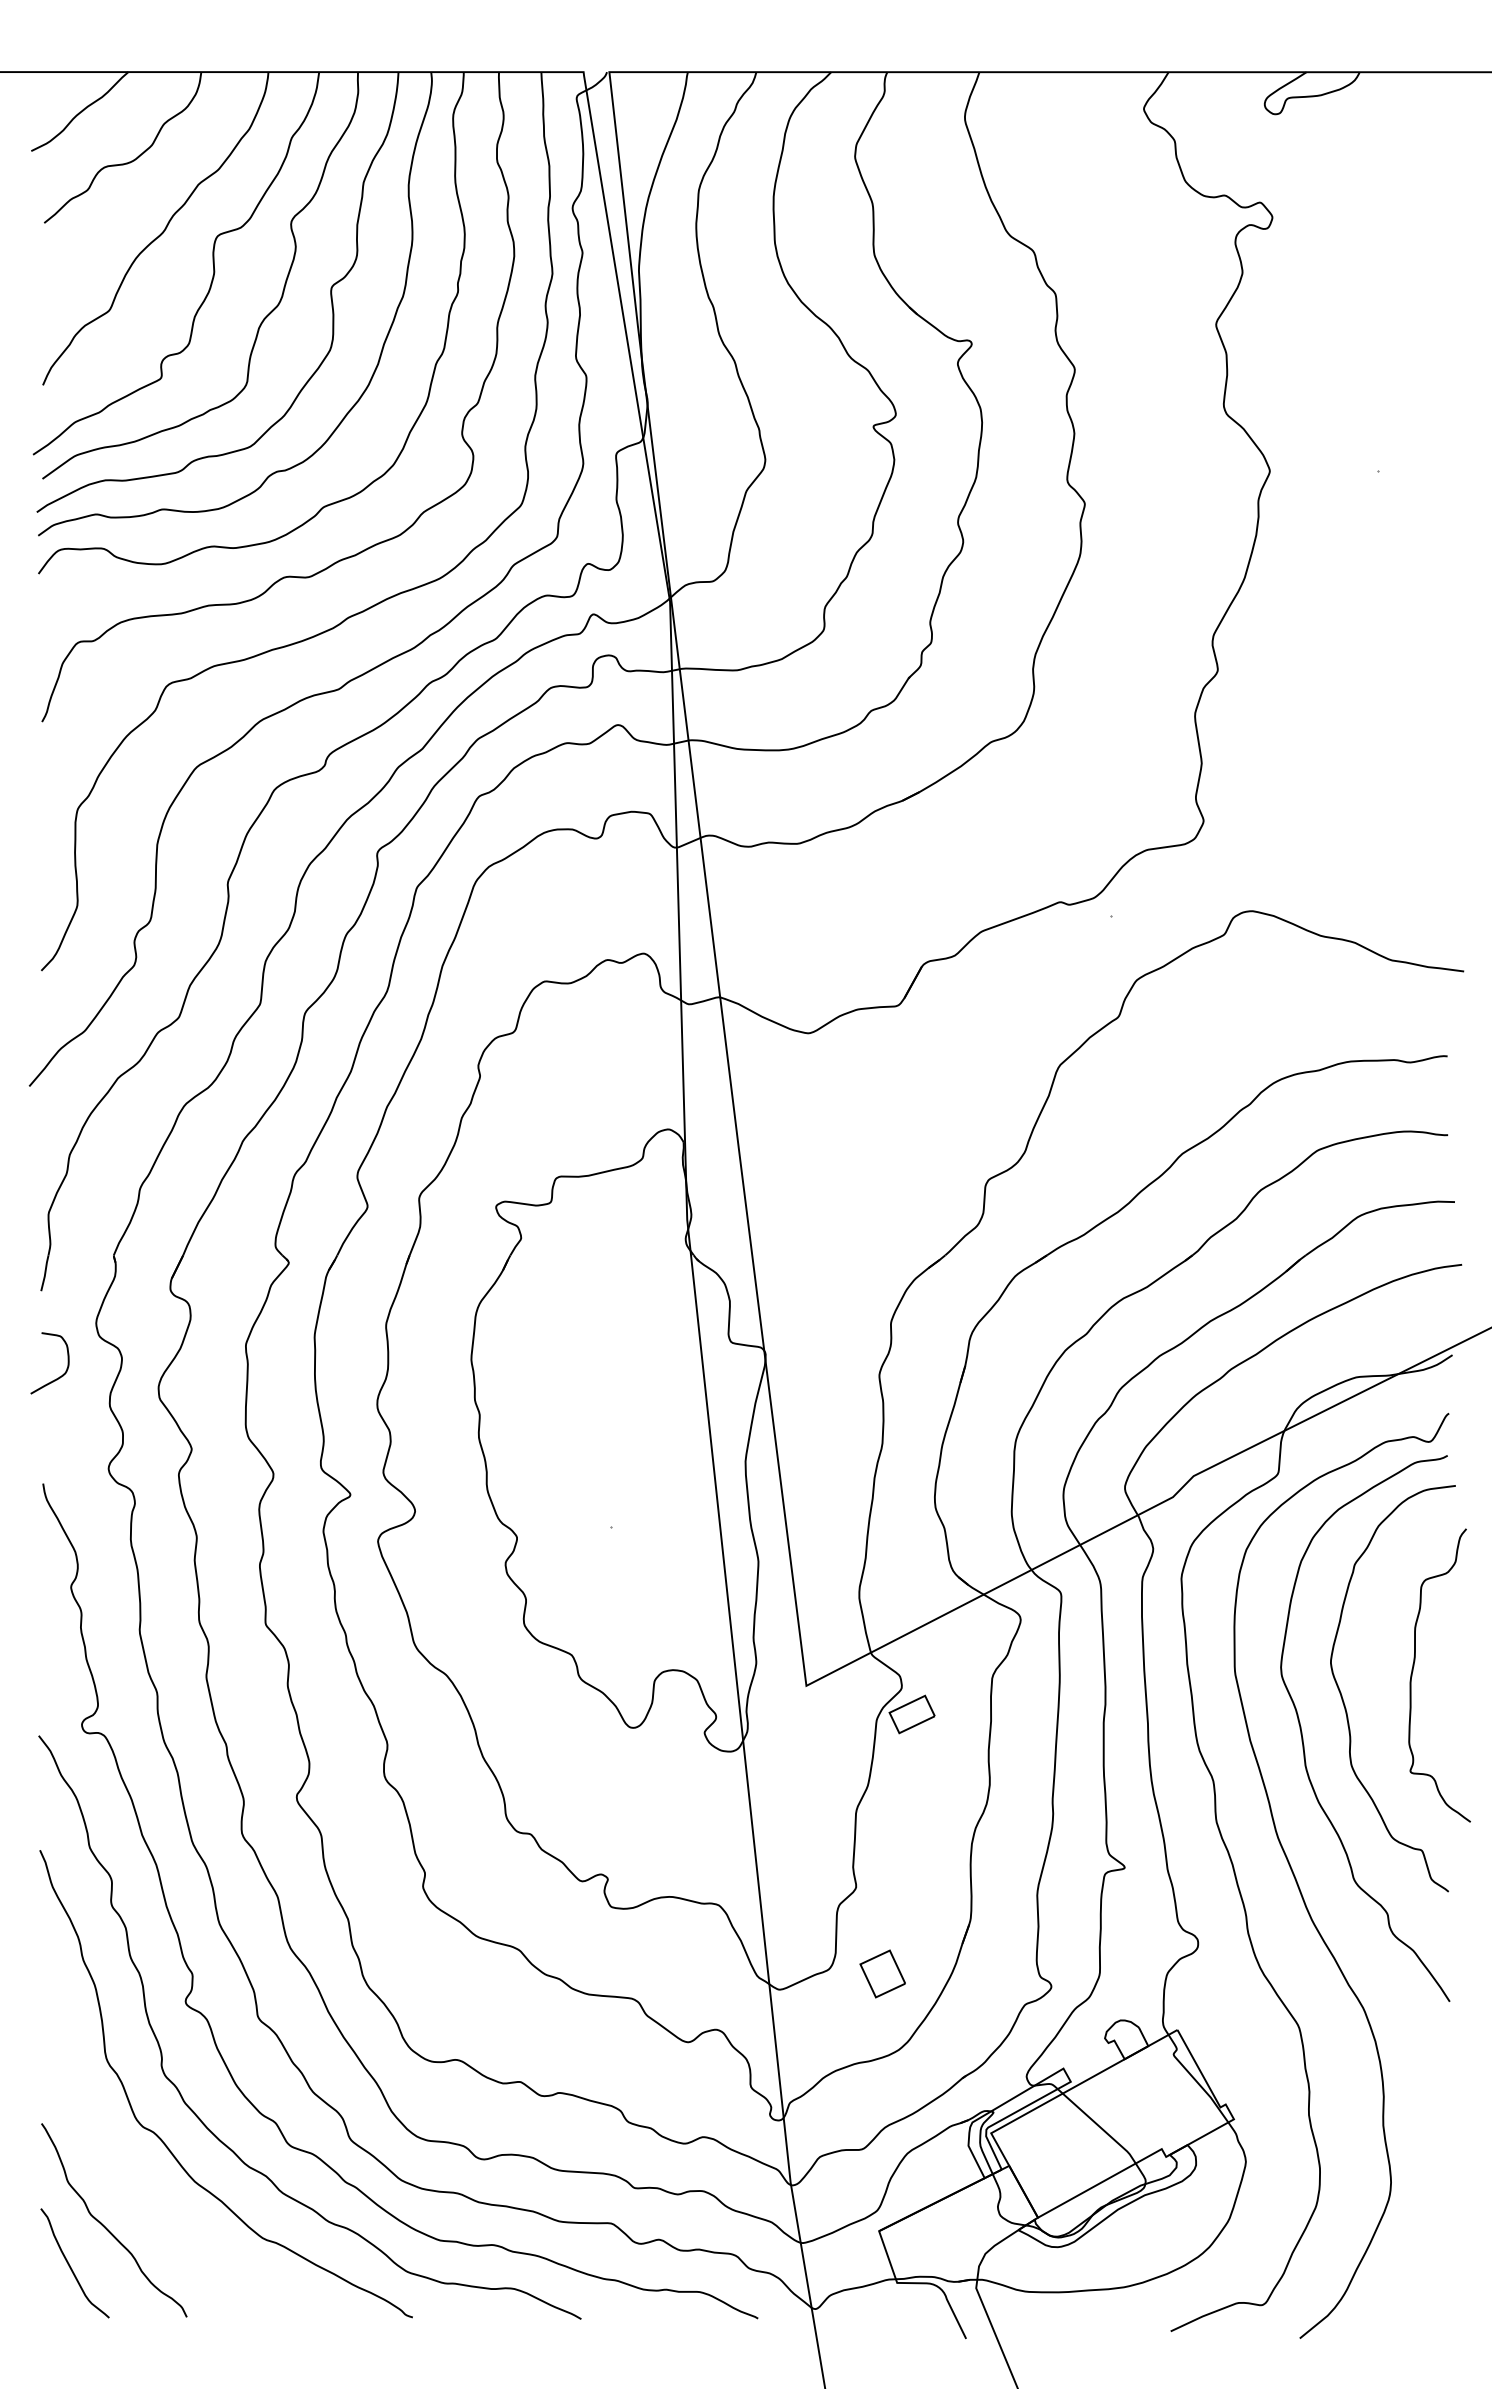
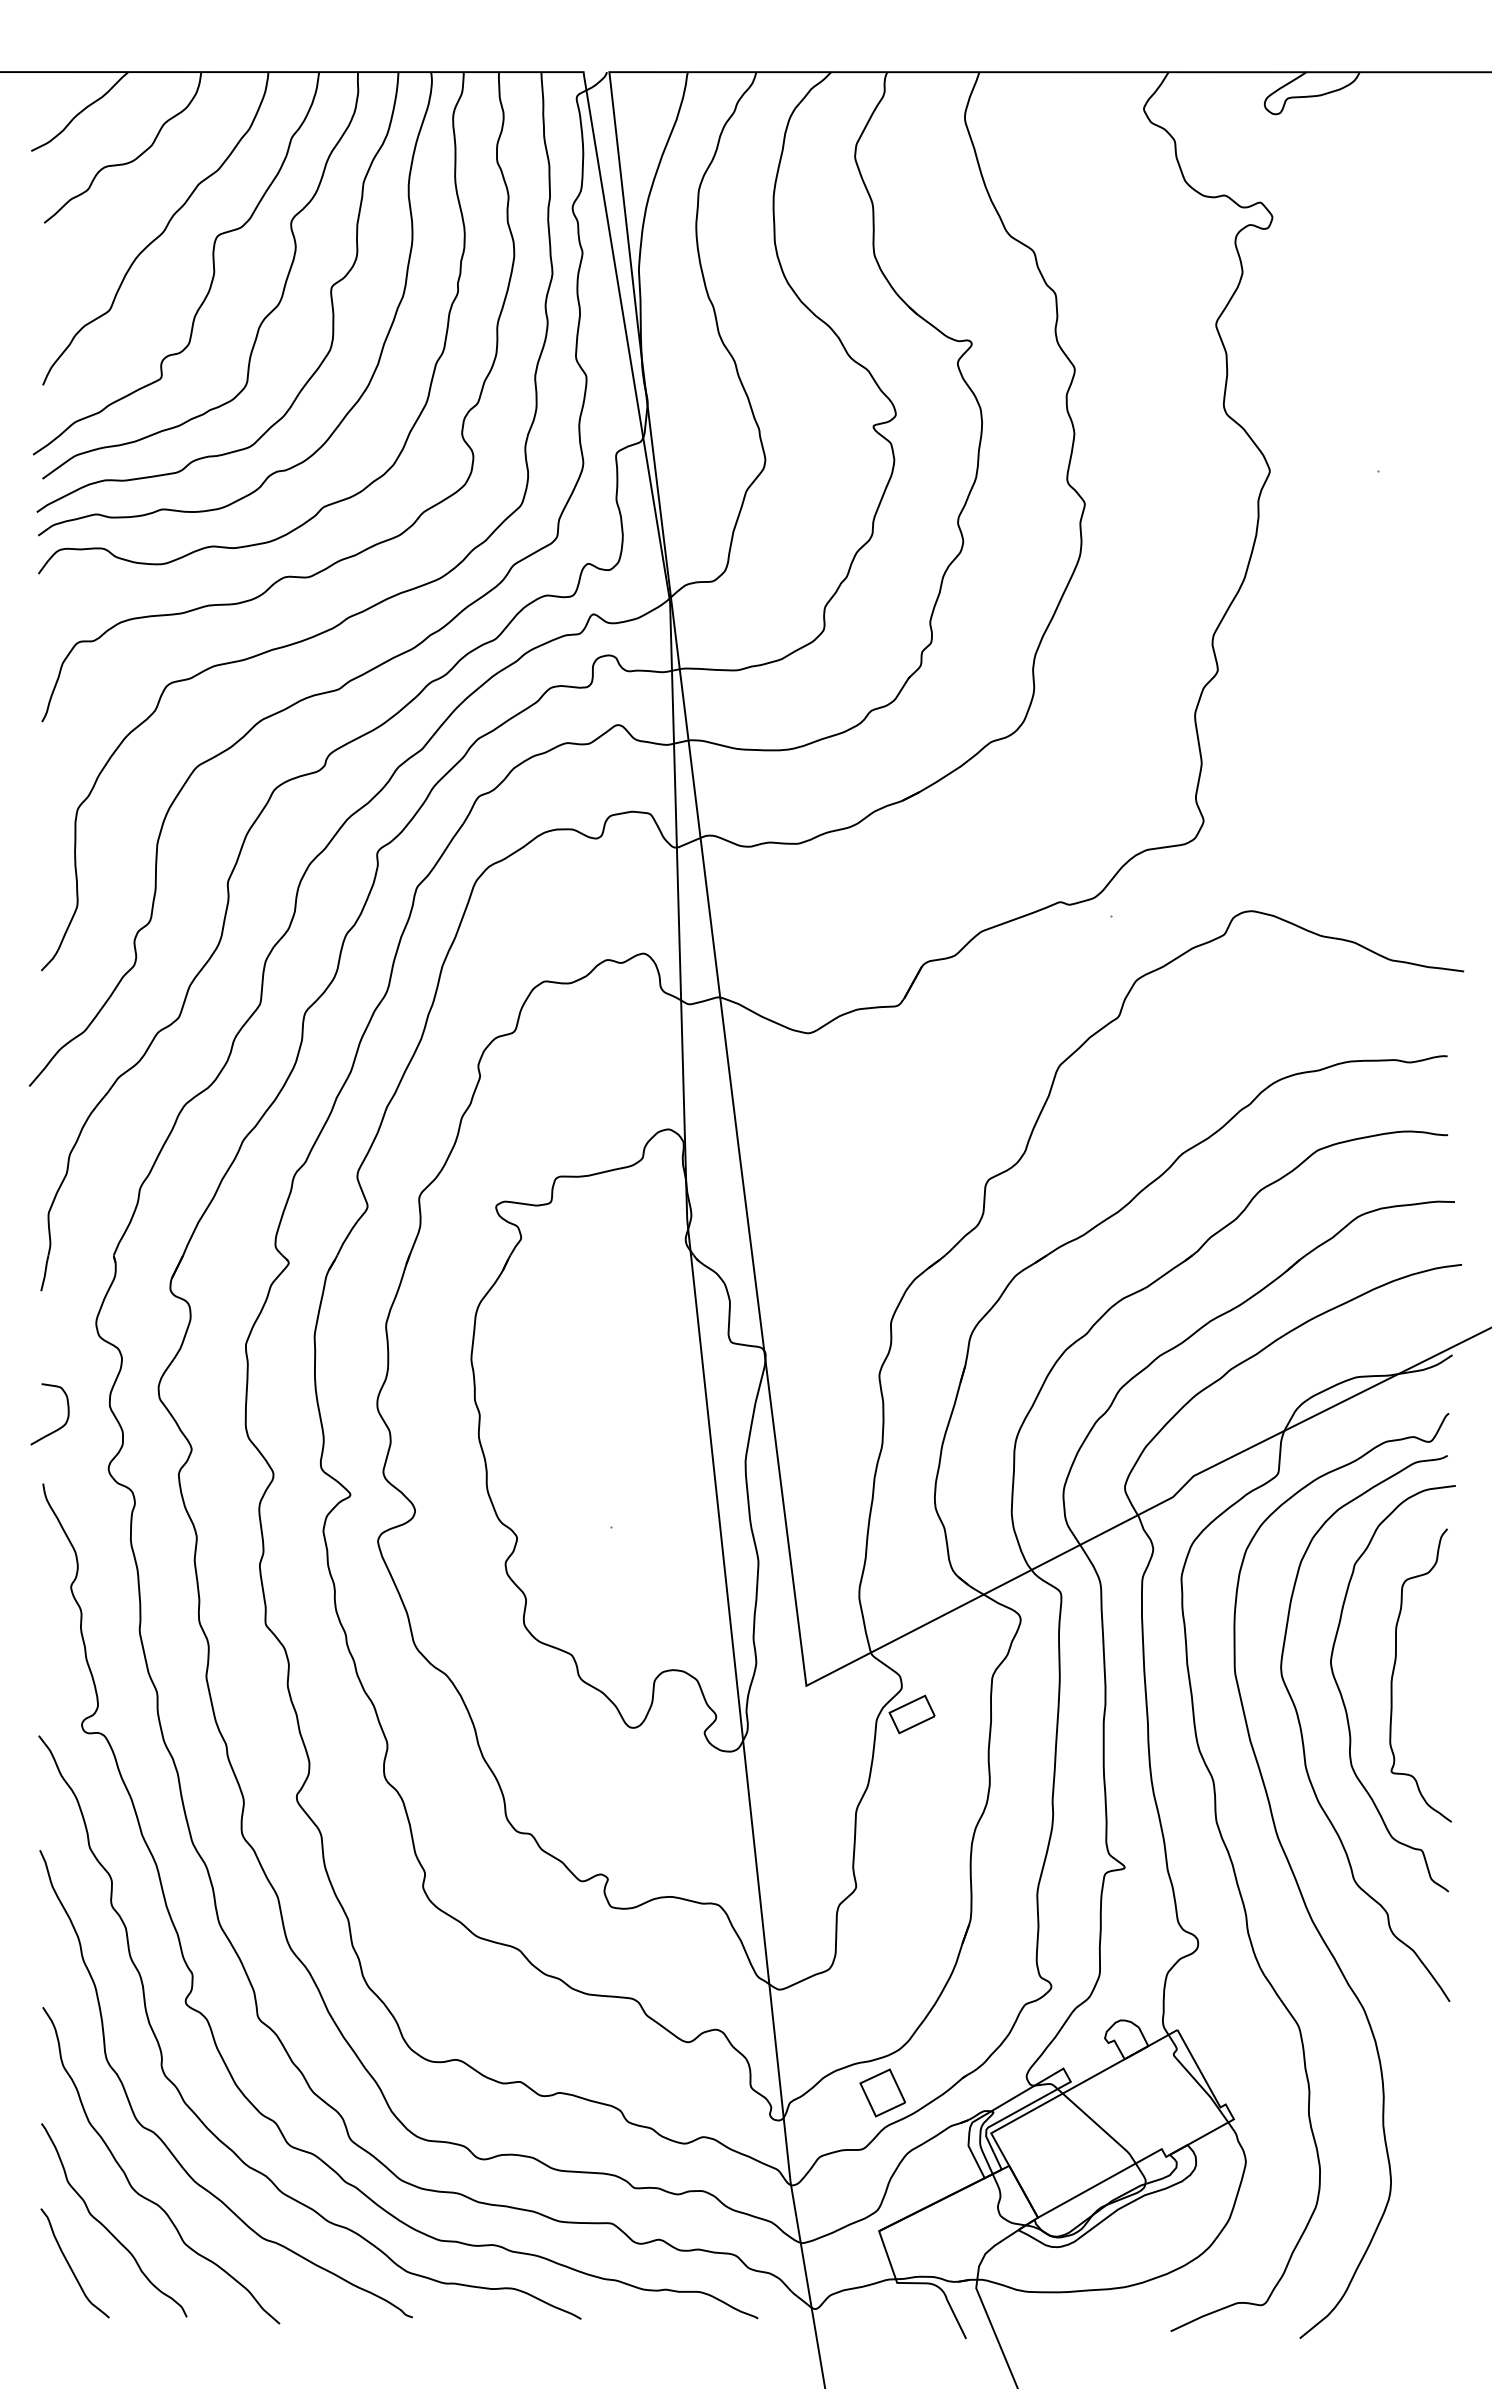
curve at (59, 1376) position: (59, 1376) -> (59, 1427)
curve at (1413, 1671) position: (1413, 1671) -> (1394, 1671)
part at (882, 1973) position: (882, 1973) -> (882, 2092)
curve at (141, 2194): none -> present
